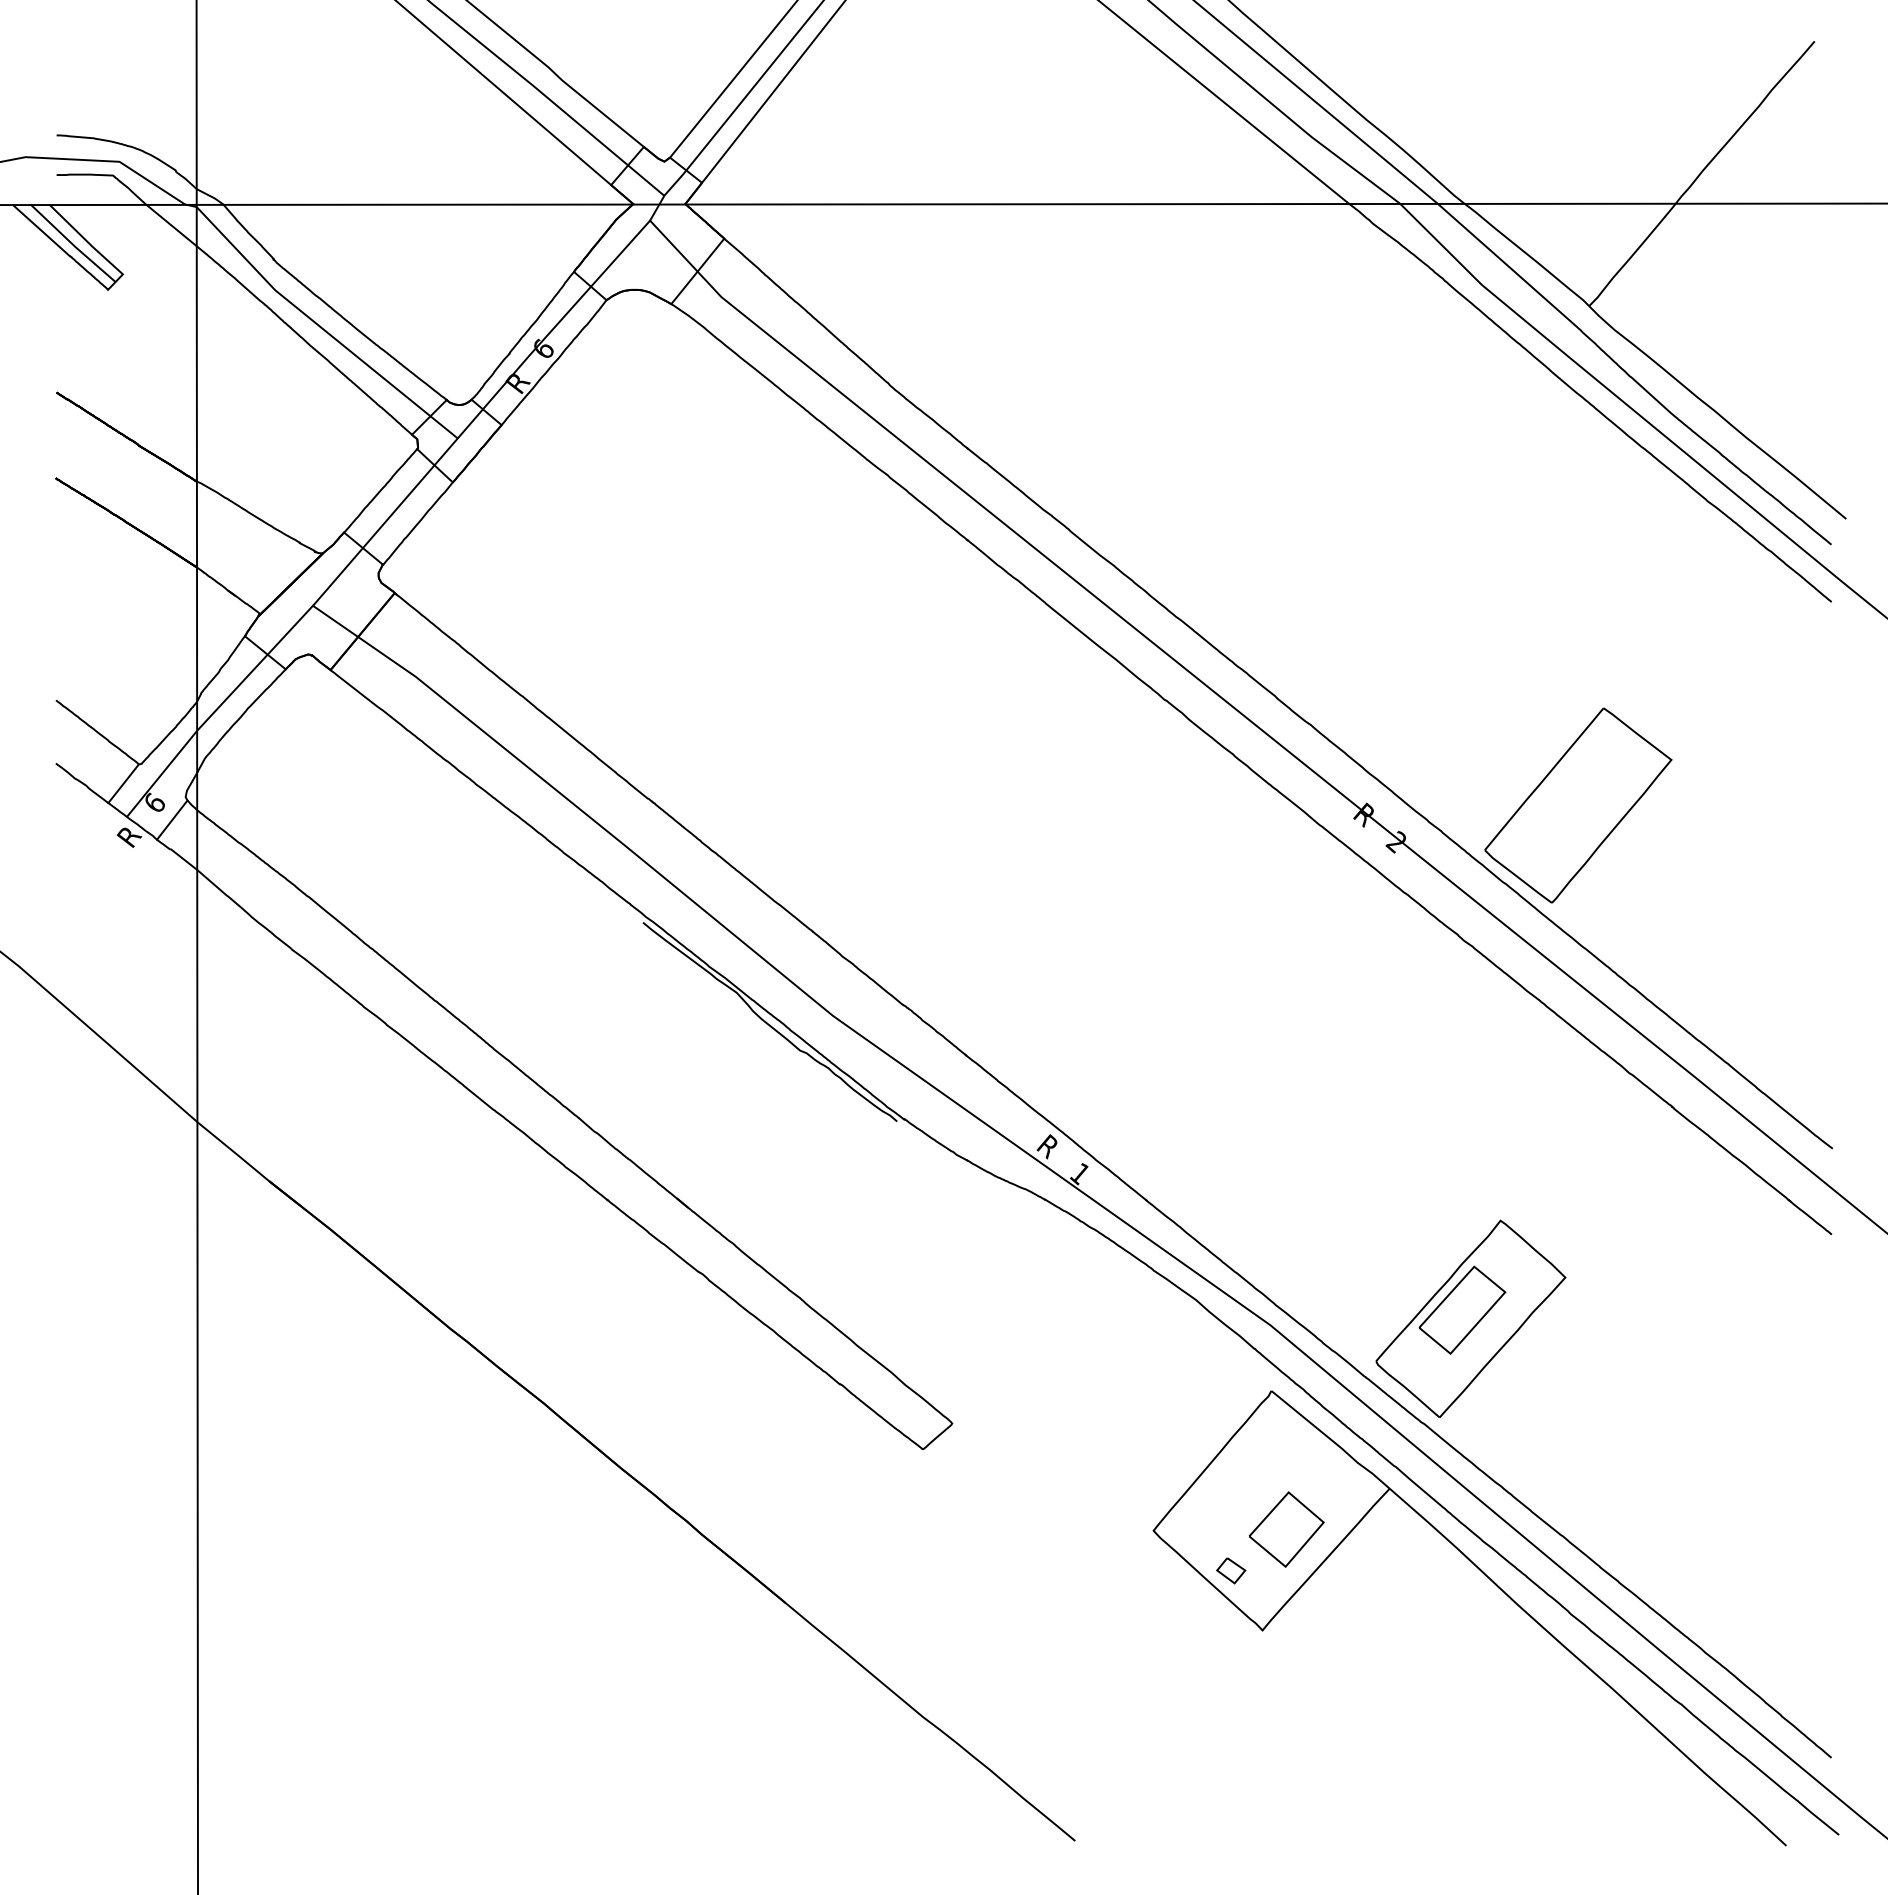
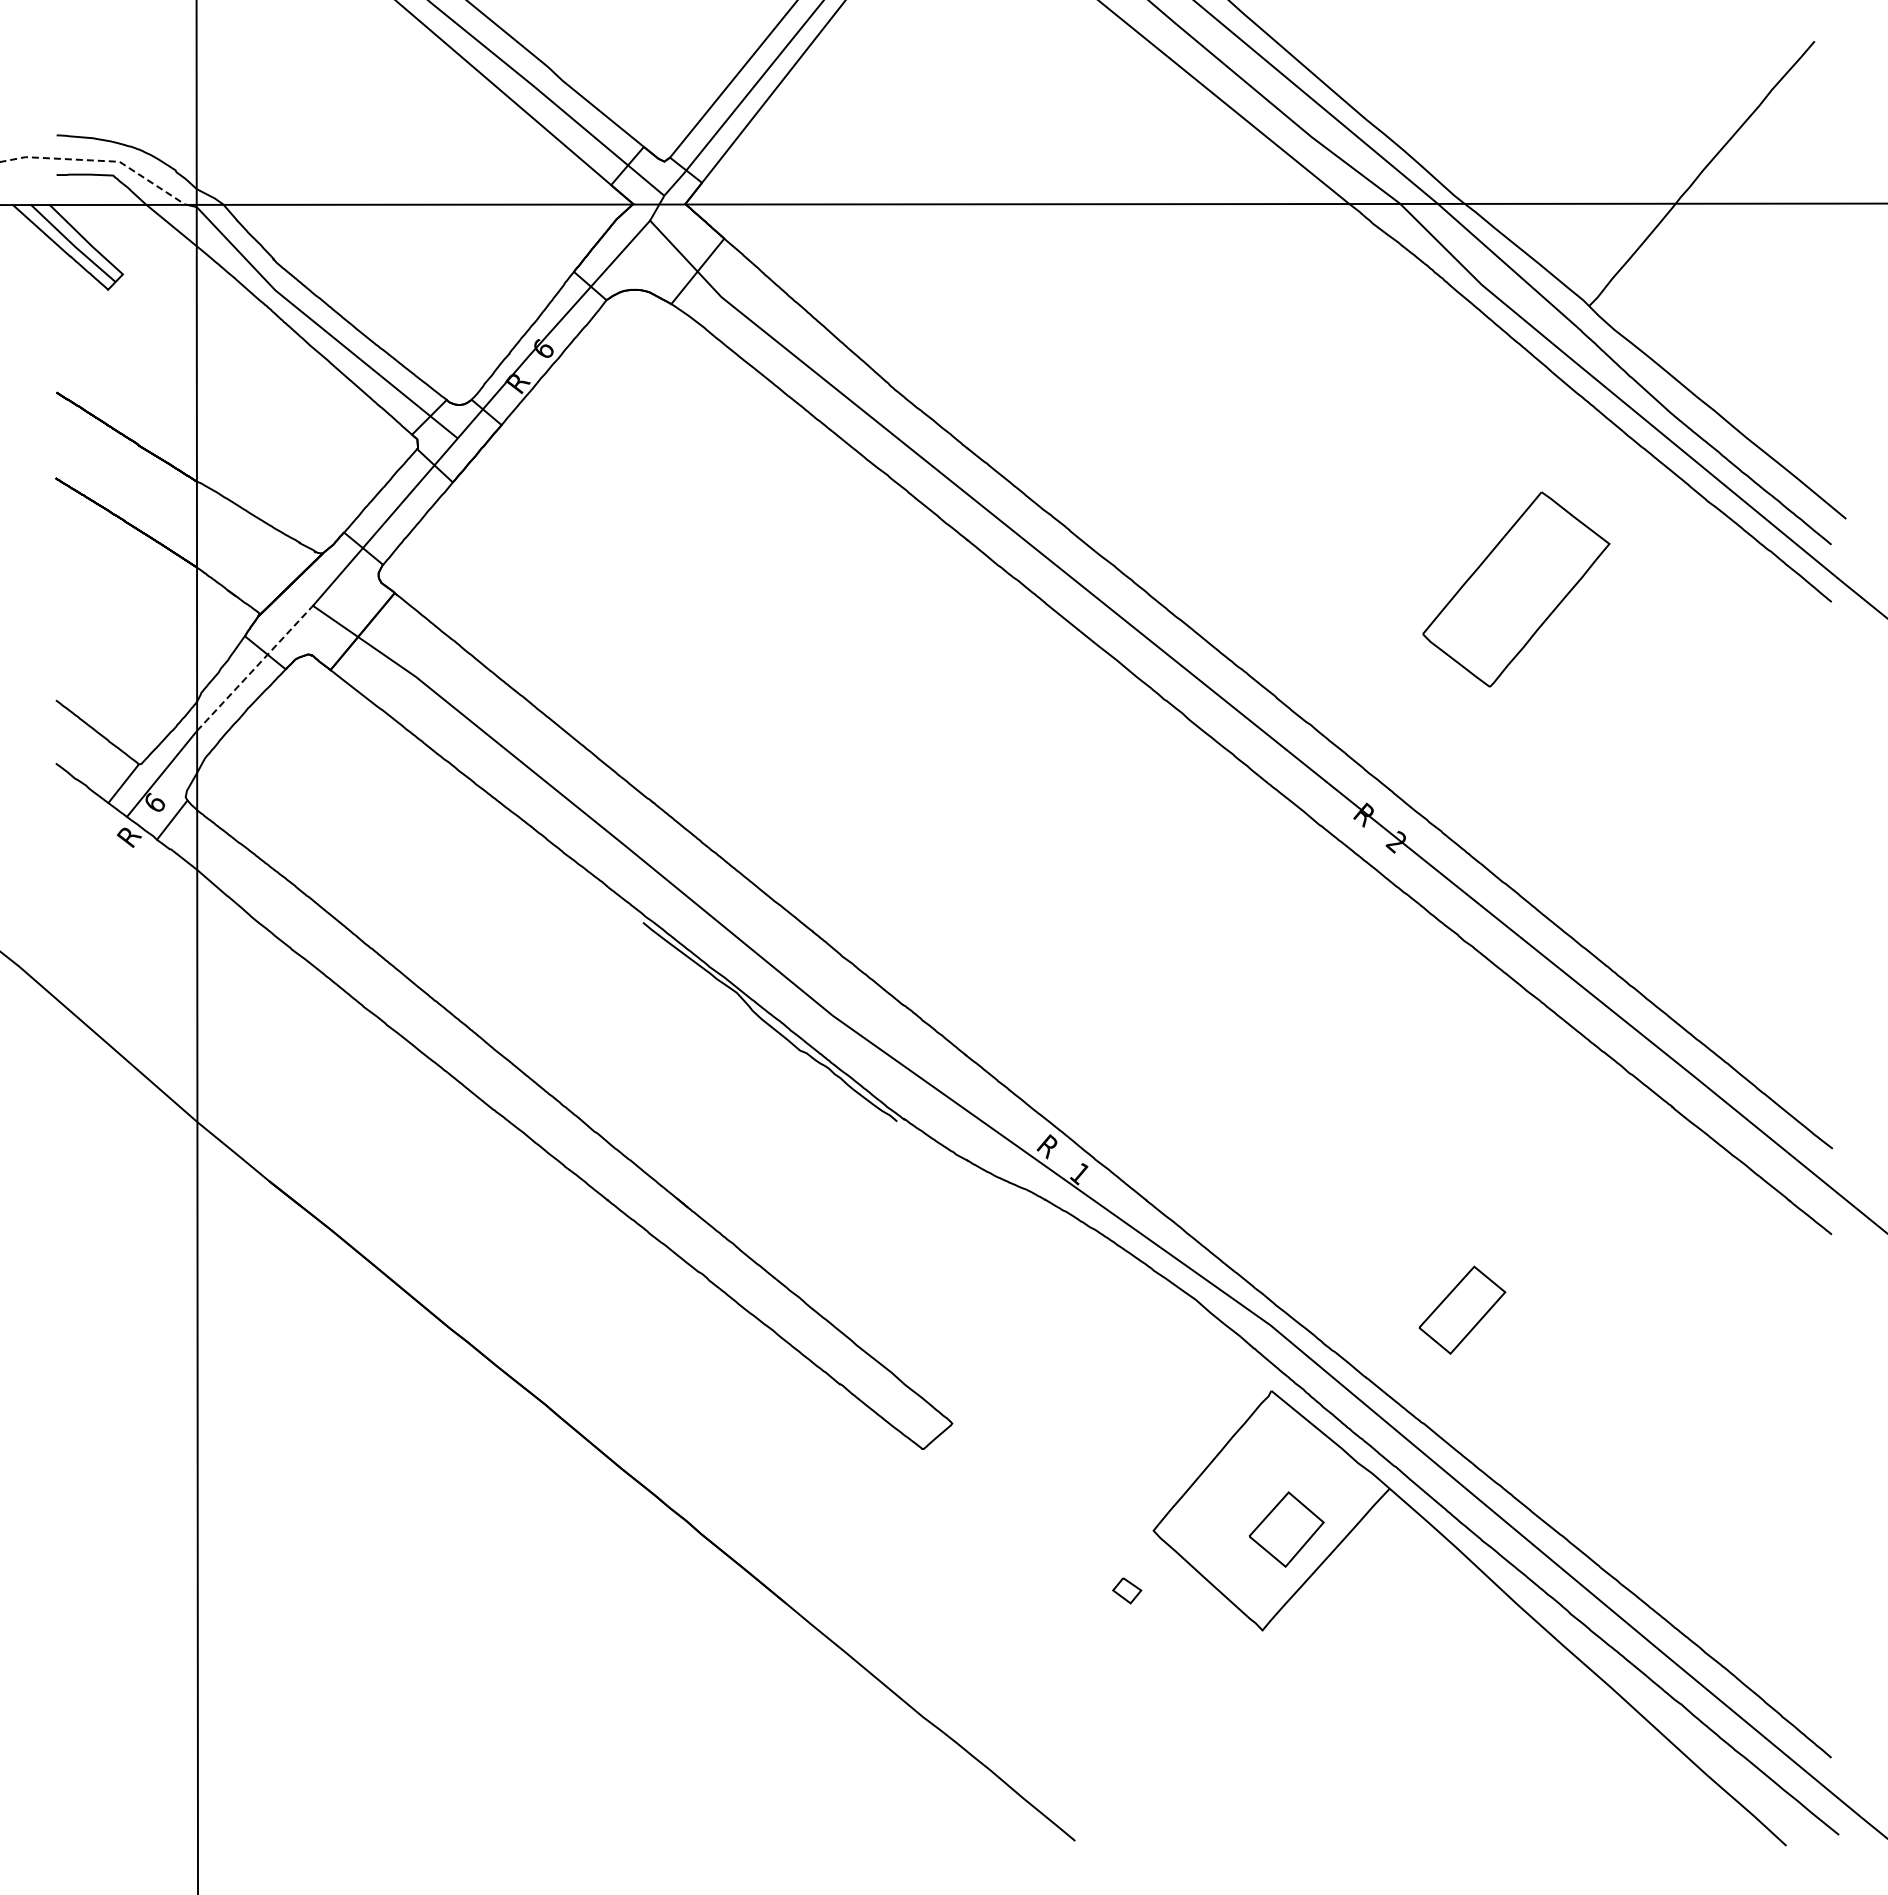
line at (98, 160): solid -> dashed
line at (255, 667): solid -> dashed
part at (1578, 805) position: (1578, 805) -> (1516, 589)
part at (1470, 1318): present -> none
part at (1231, 1570) position: (1231, 1570) -> (1127, 1590)
